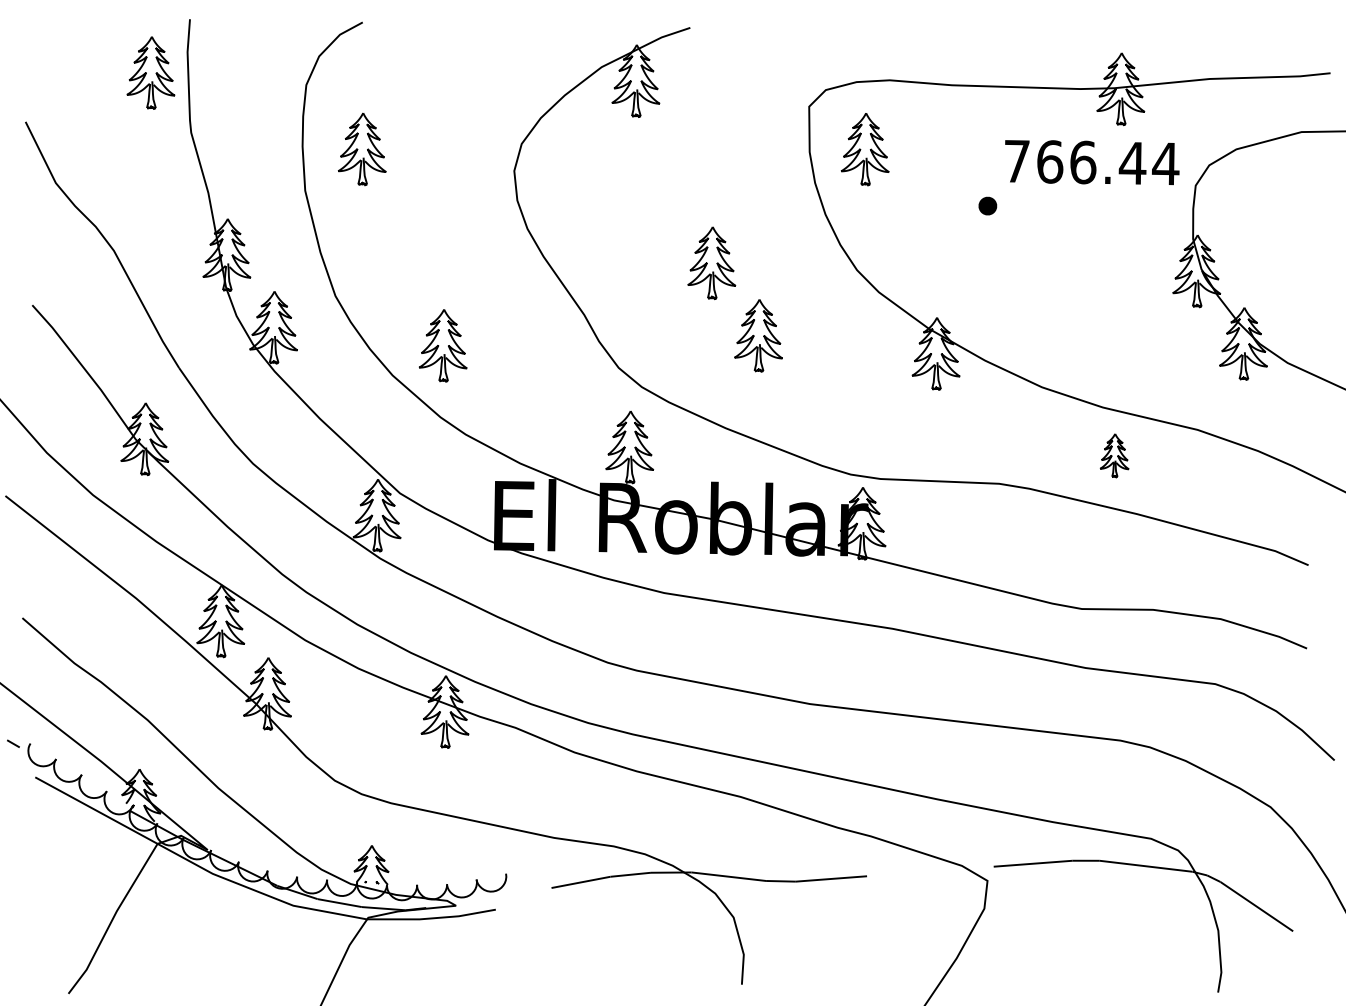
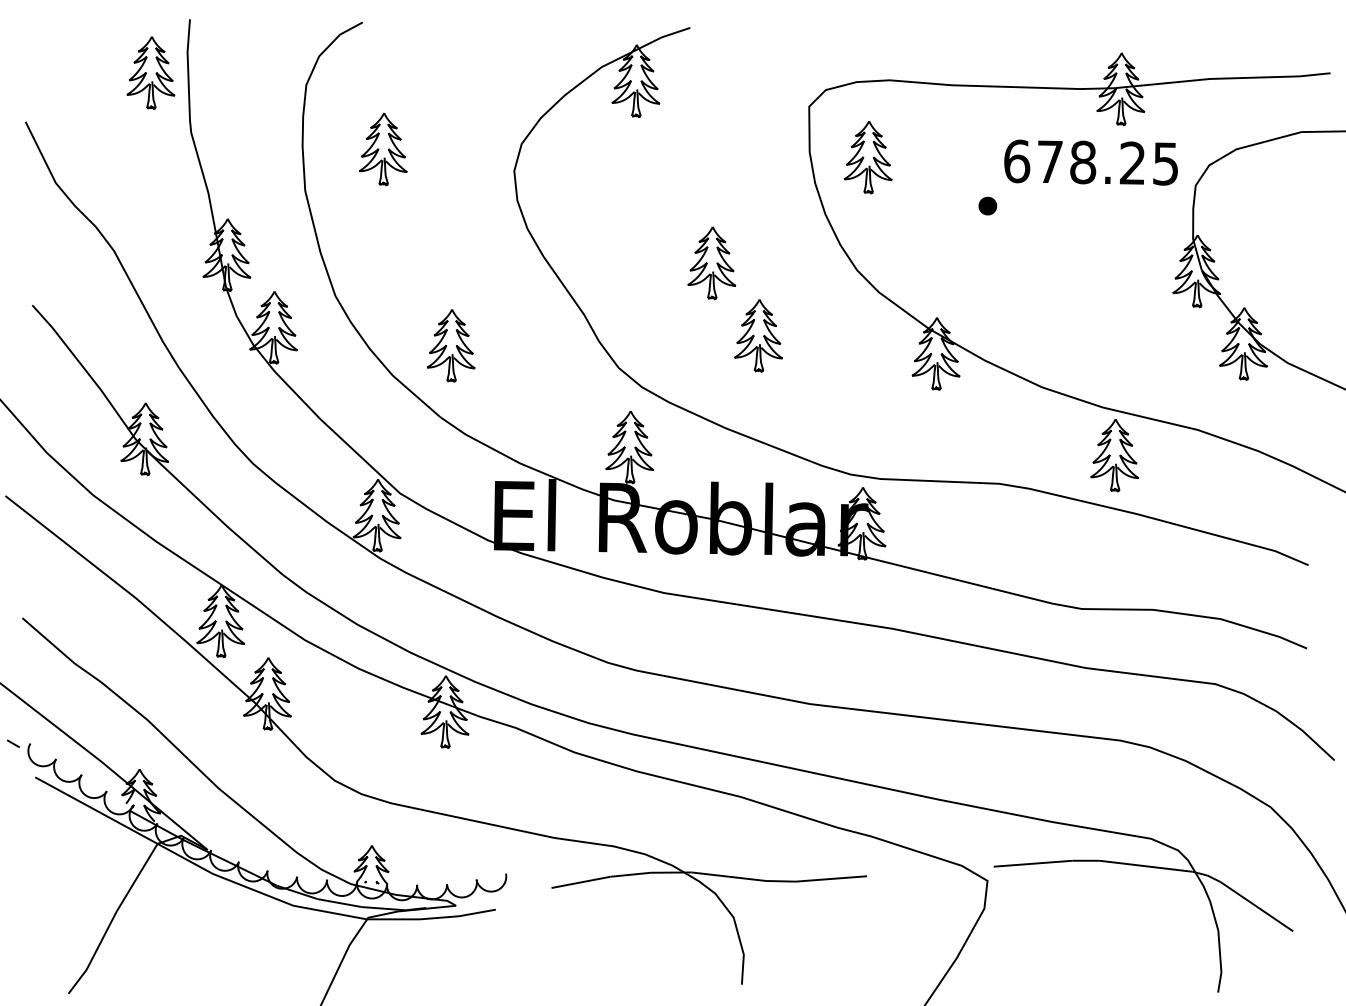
part at (362, 149) position: (362, 149) -> (383, 149)
part at (864, 149) position: (864, 149) -> (867, 157)
text at (1091, 162): 766.44 -> 678.25
part at (442, 345) position: (442, 345) -> (450, 345)
part at (1114, 455) size: 31x46 px -> 49x74 px
